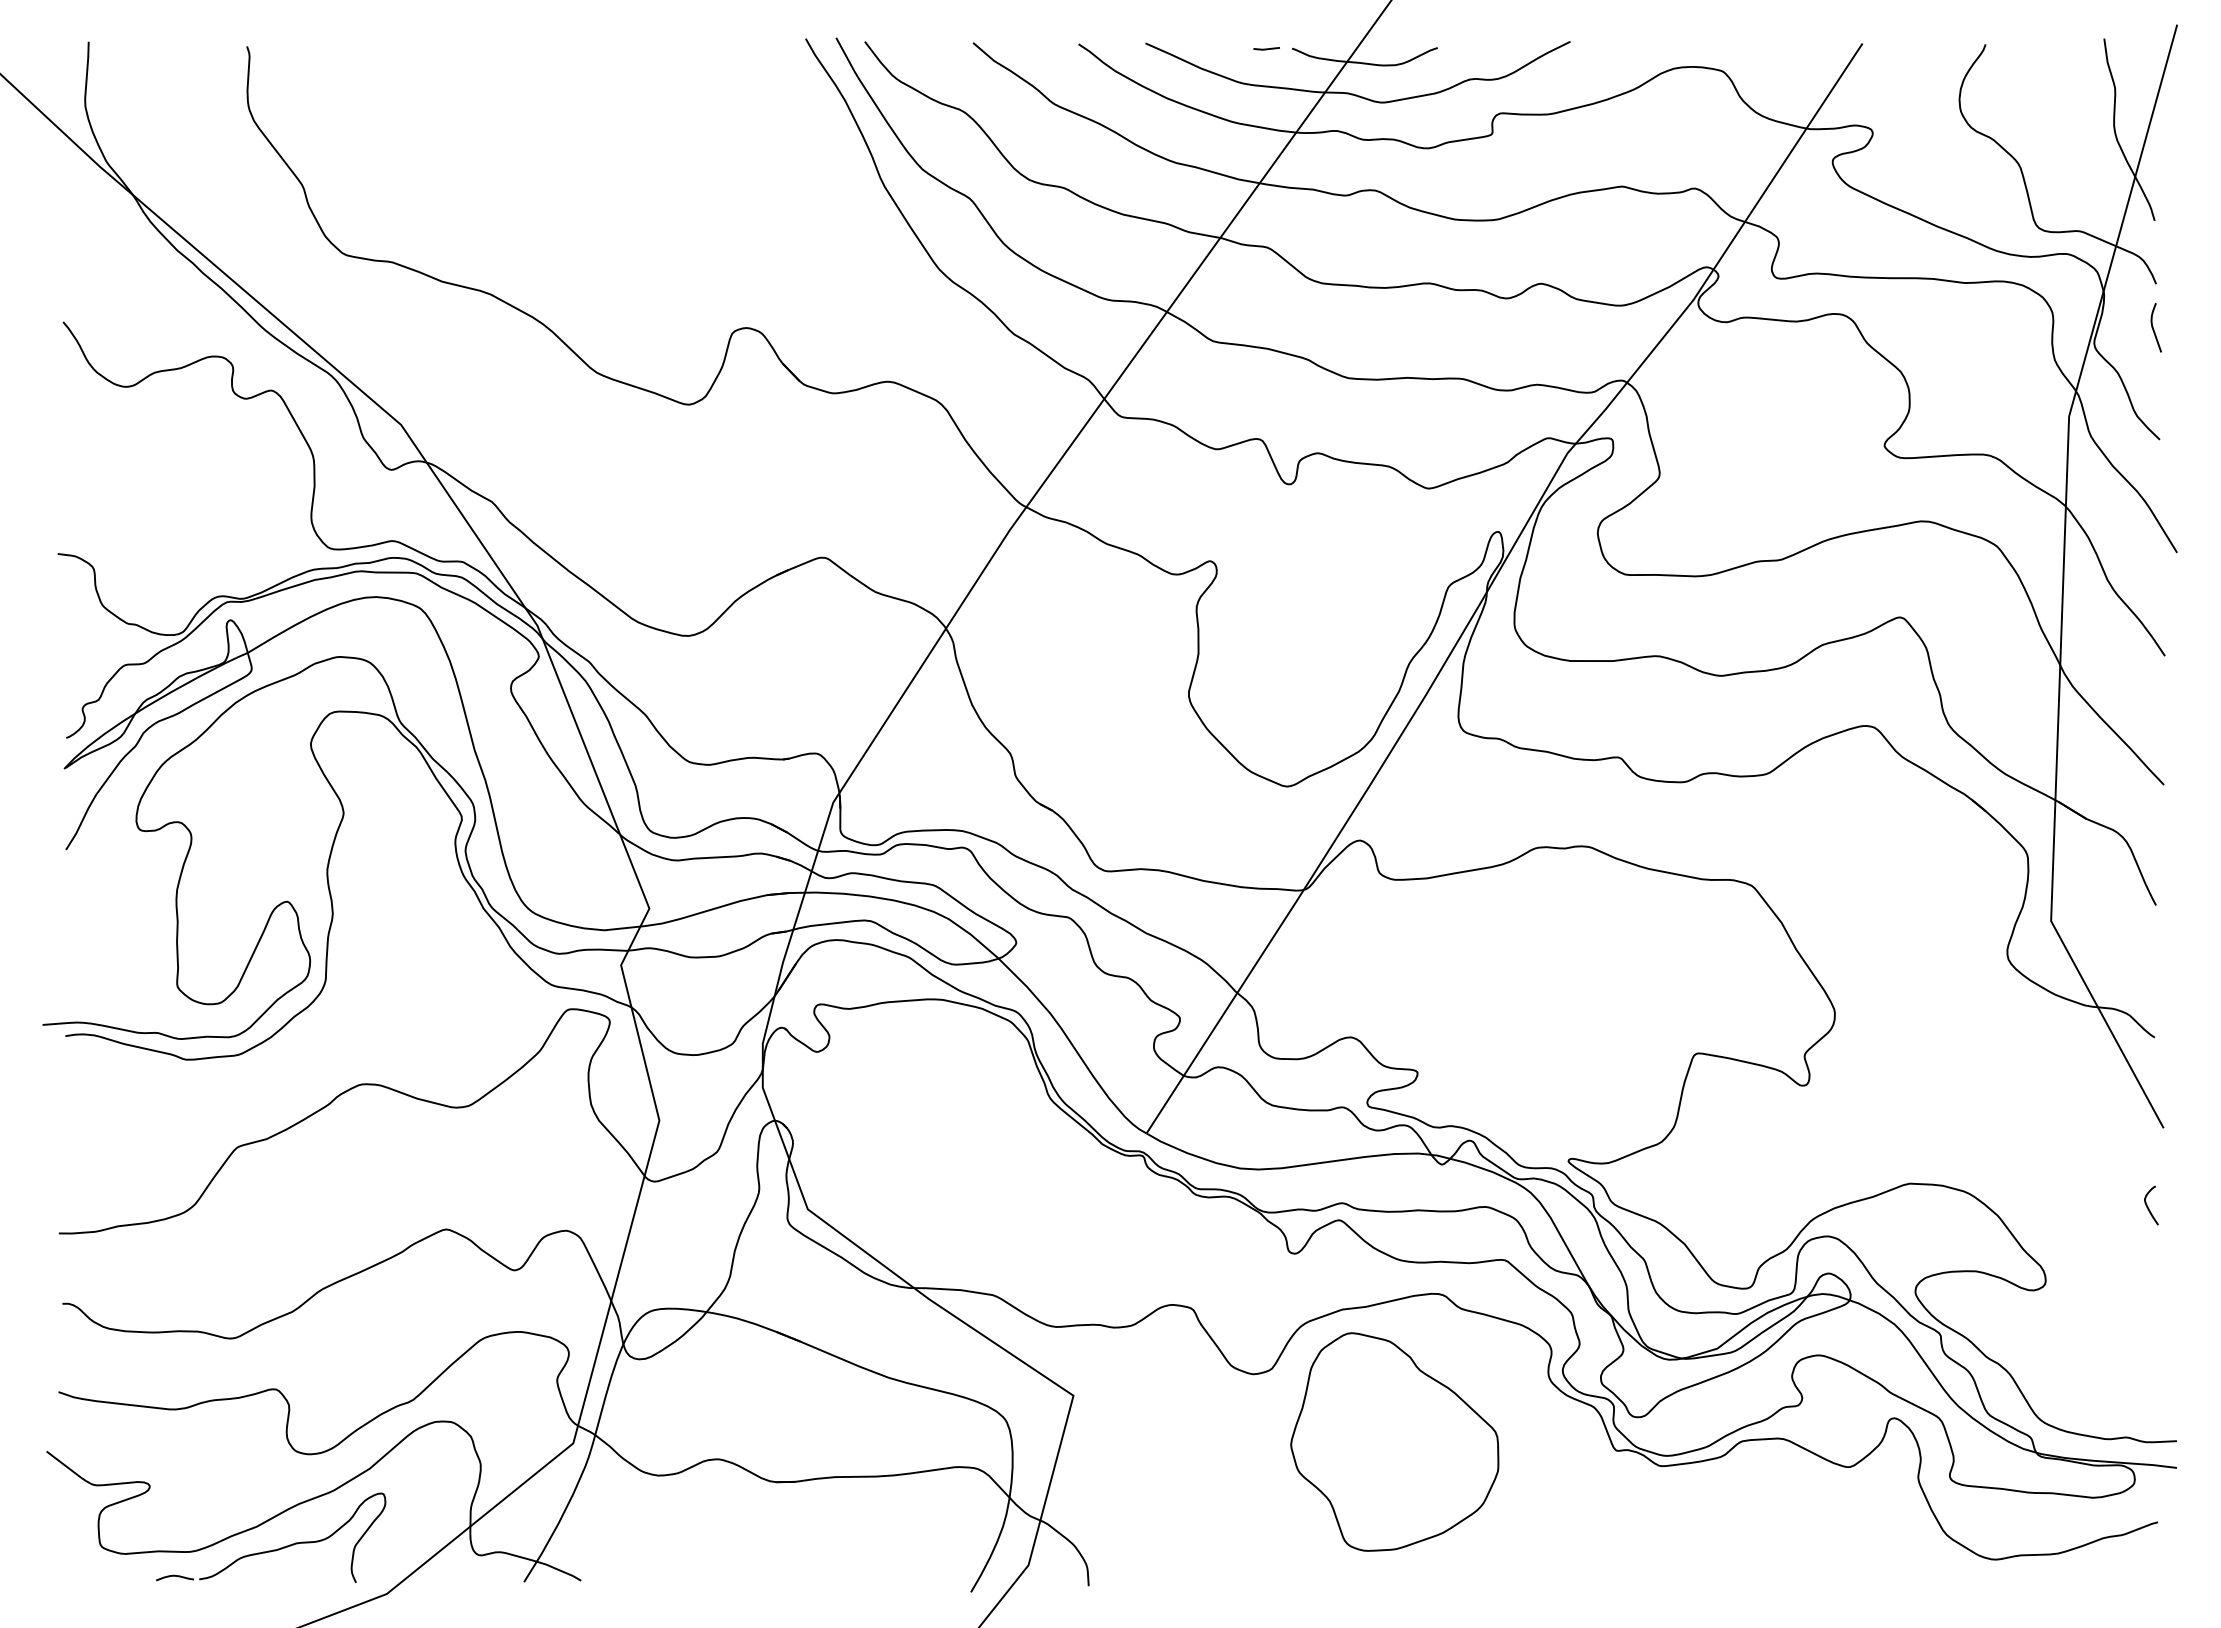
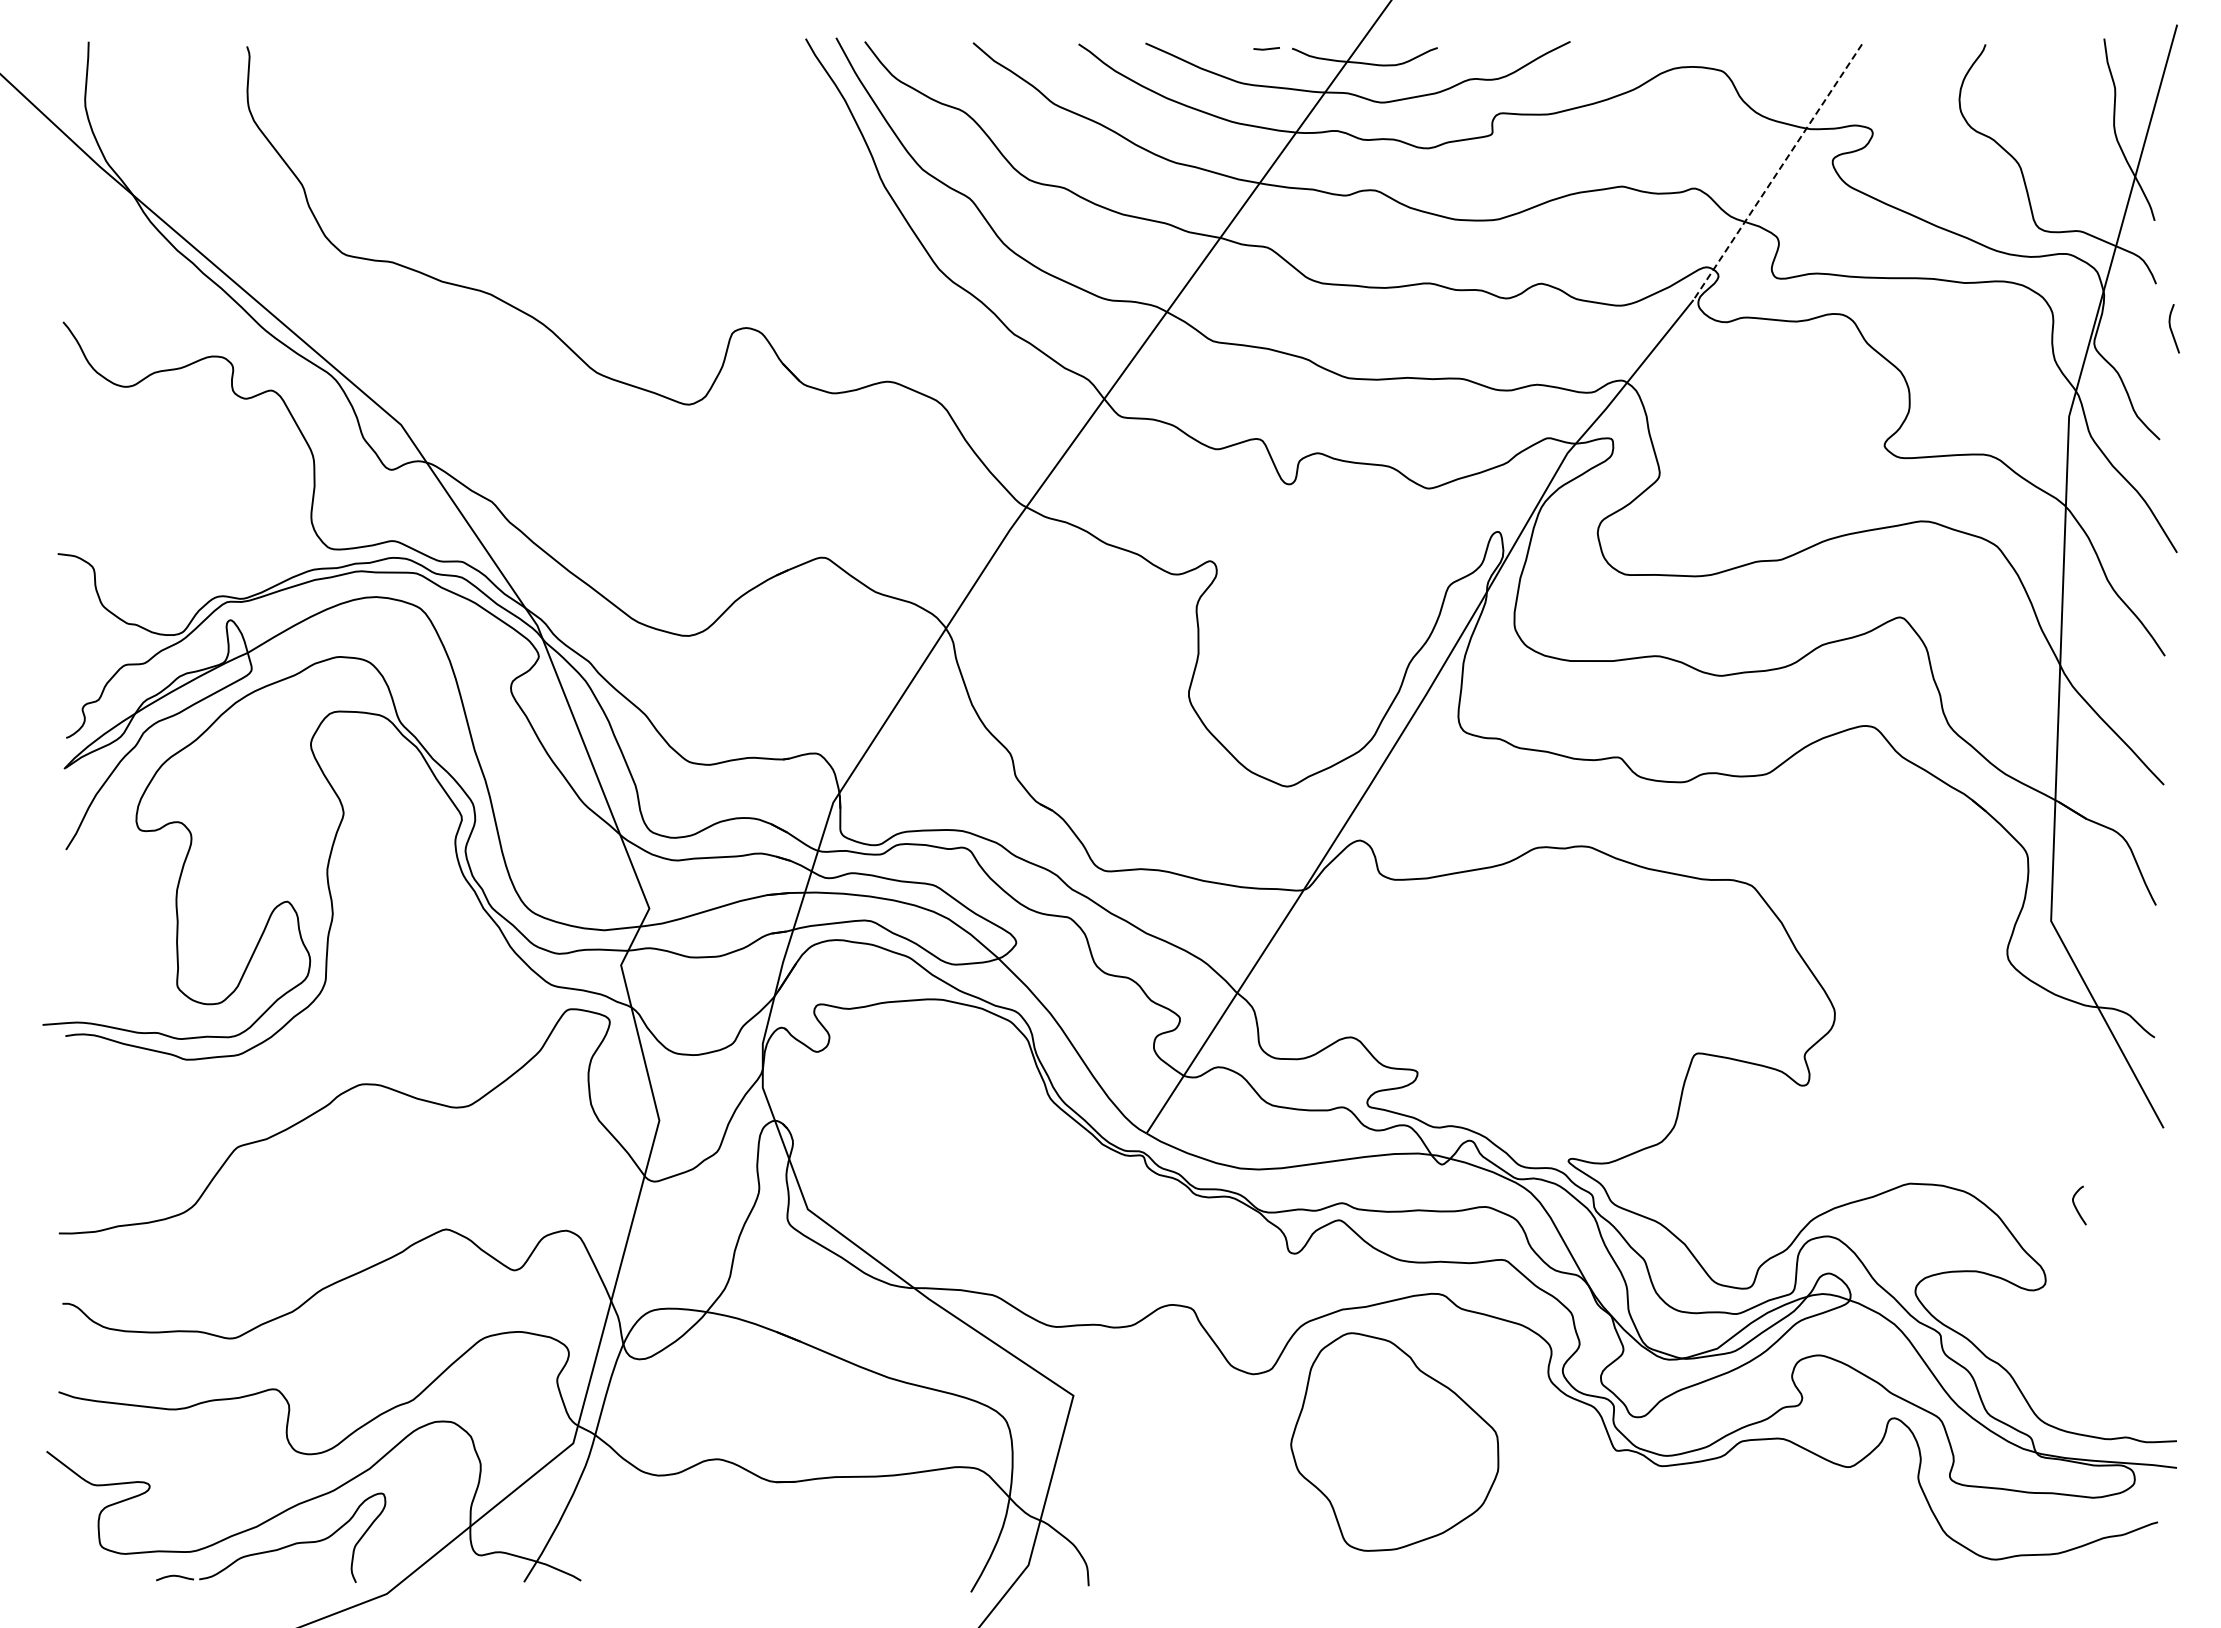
line at (1777, 172): solid -> dashed
curve at (2153, 327) position: (2153, 327) -> (2171, 328)
curve at (2148, 1206) position: (2148, 1206) -> (2076, 1206)
